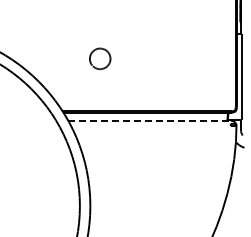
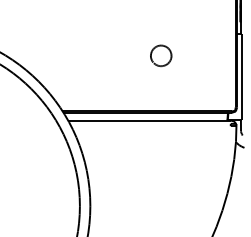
part at (100, 58) position: (100, 58) -> (161, 55)
line at (150, 120): dashed -> solid
